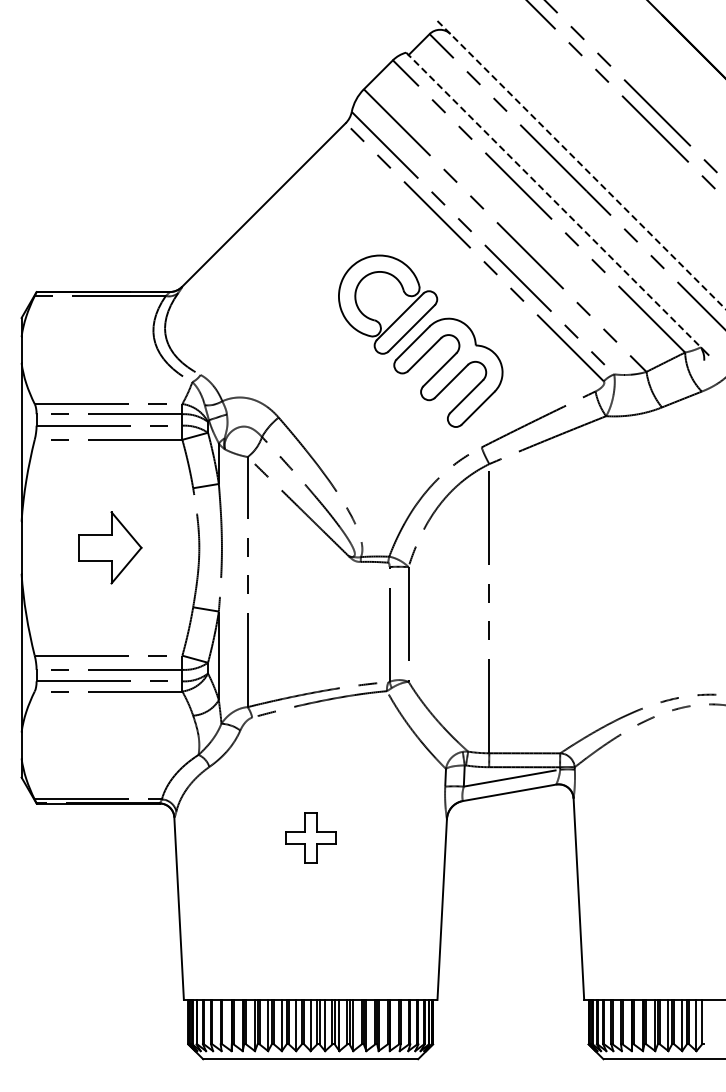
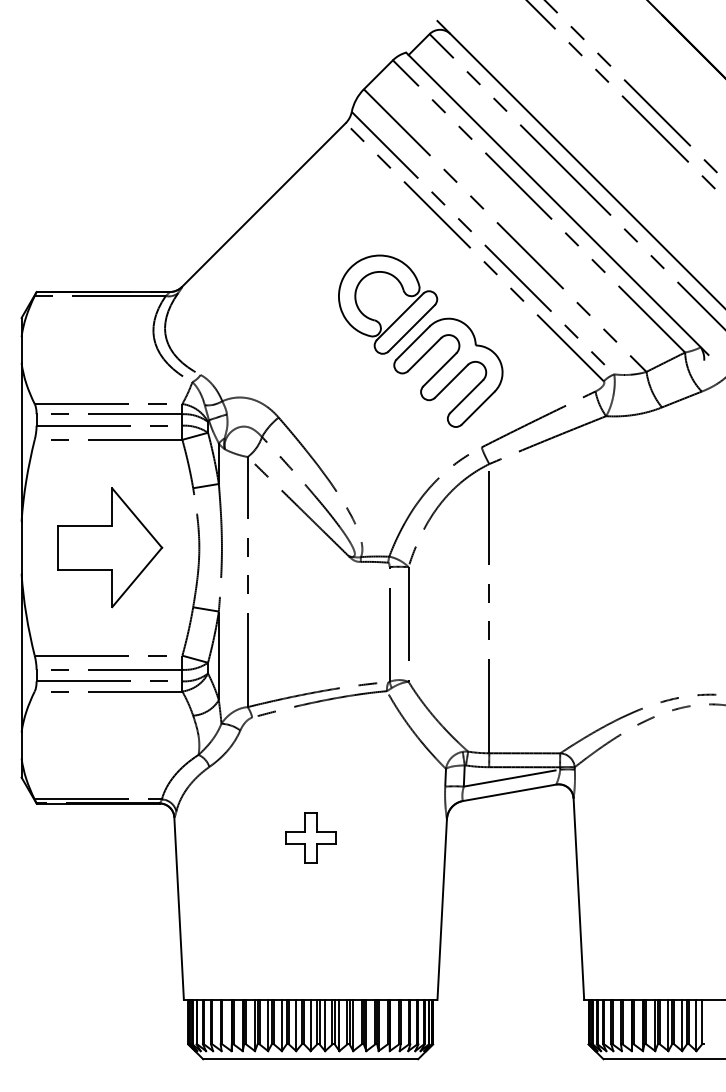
line at (581, 165): dashed -> solid
line at (553, 200): dashed -> solid
part at (110, 547) size: 65x74 px -> 107x122 px
